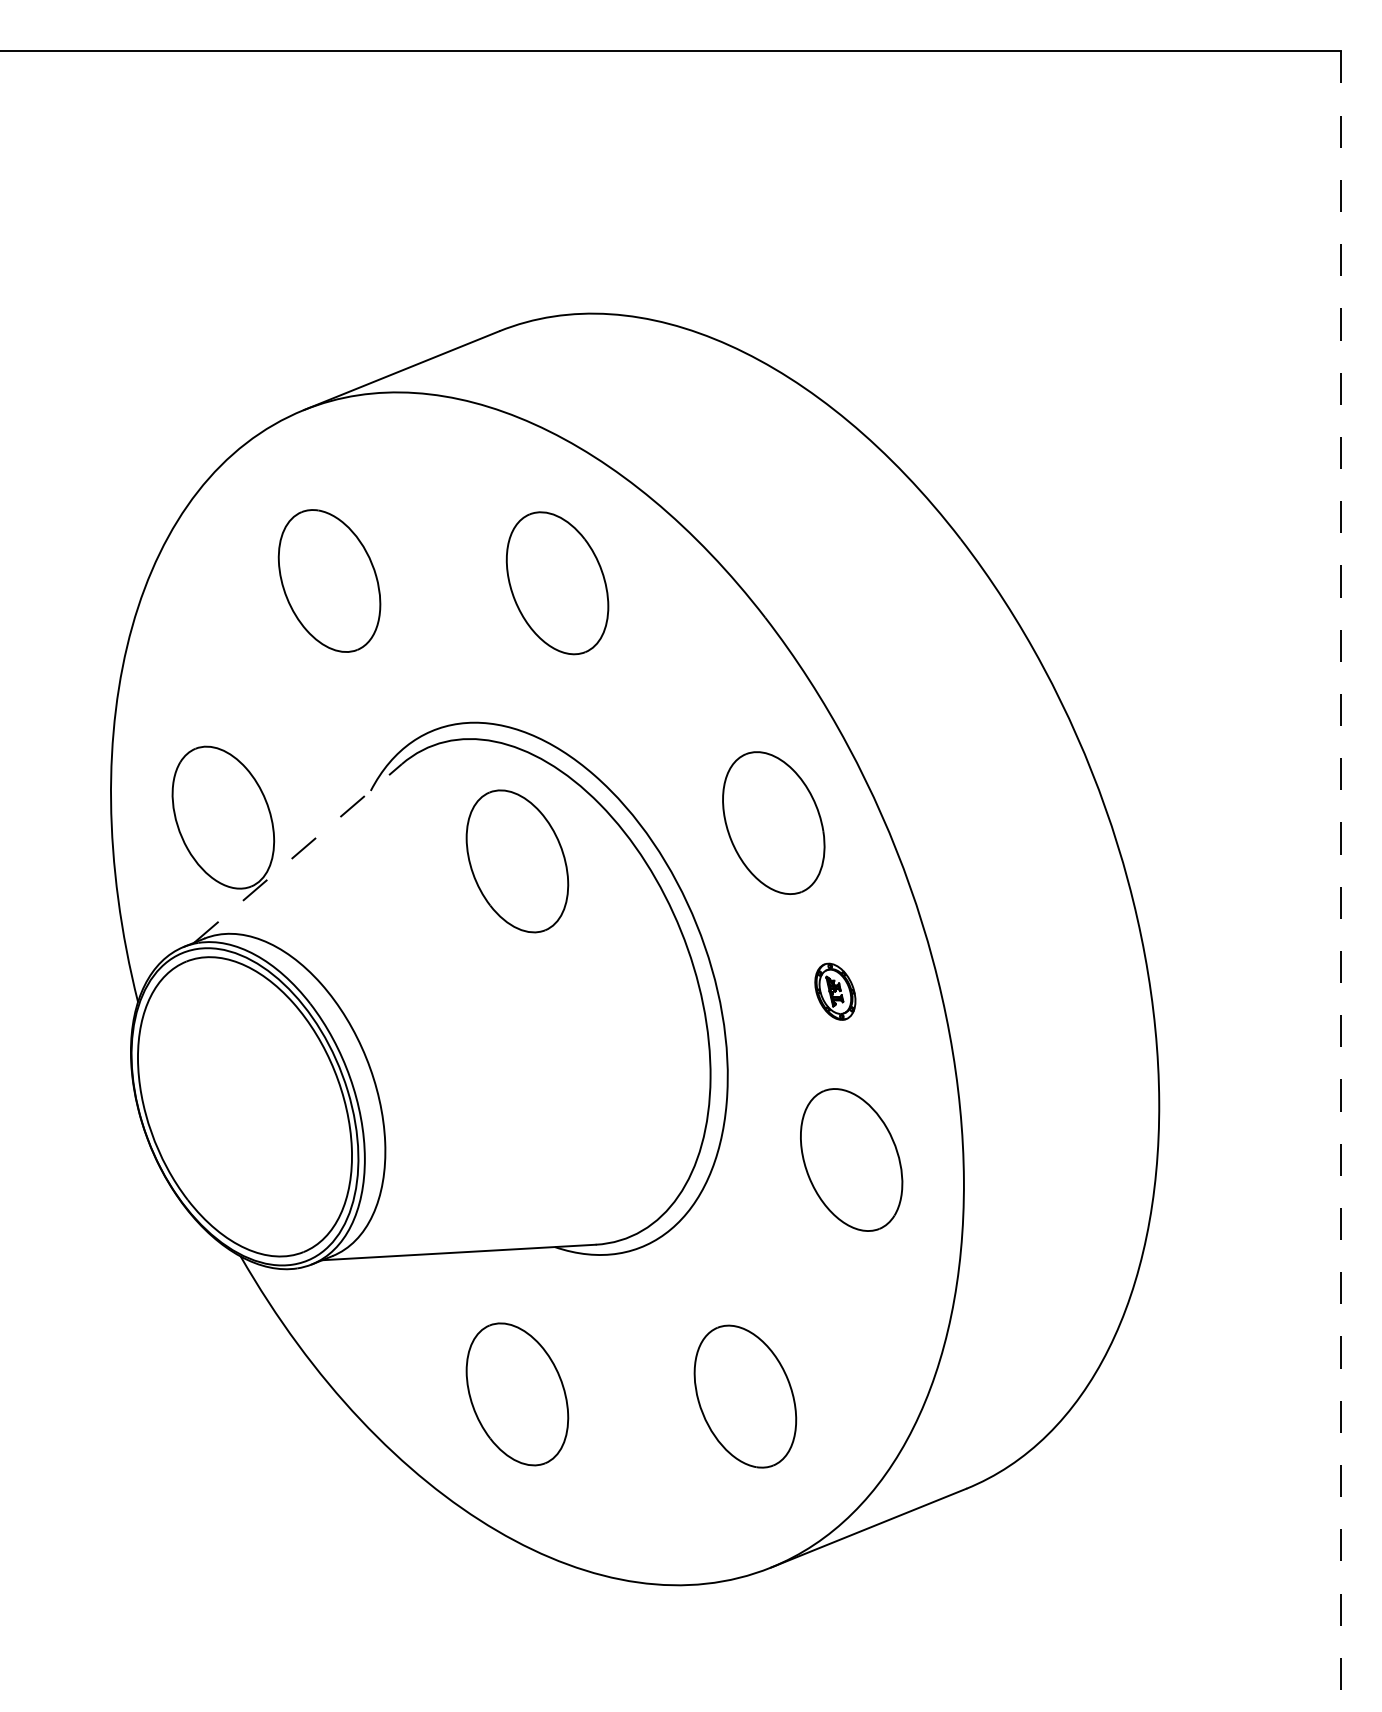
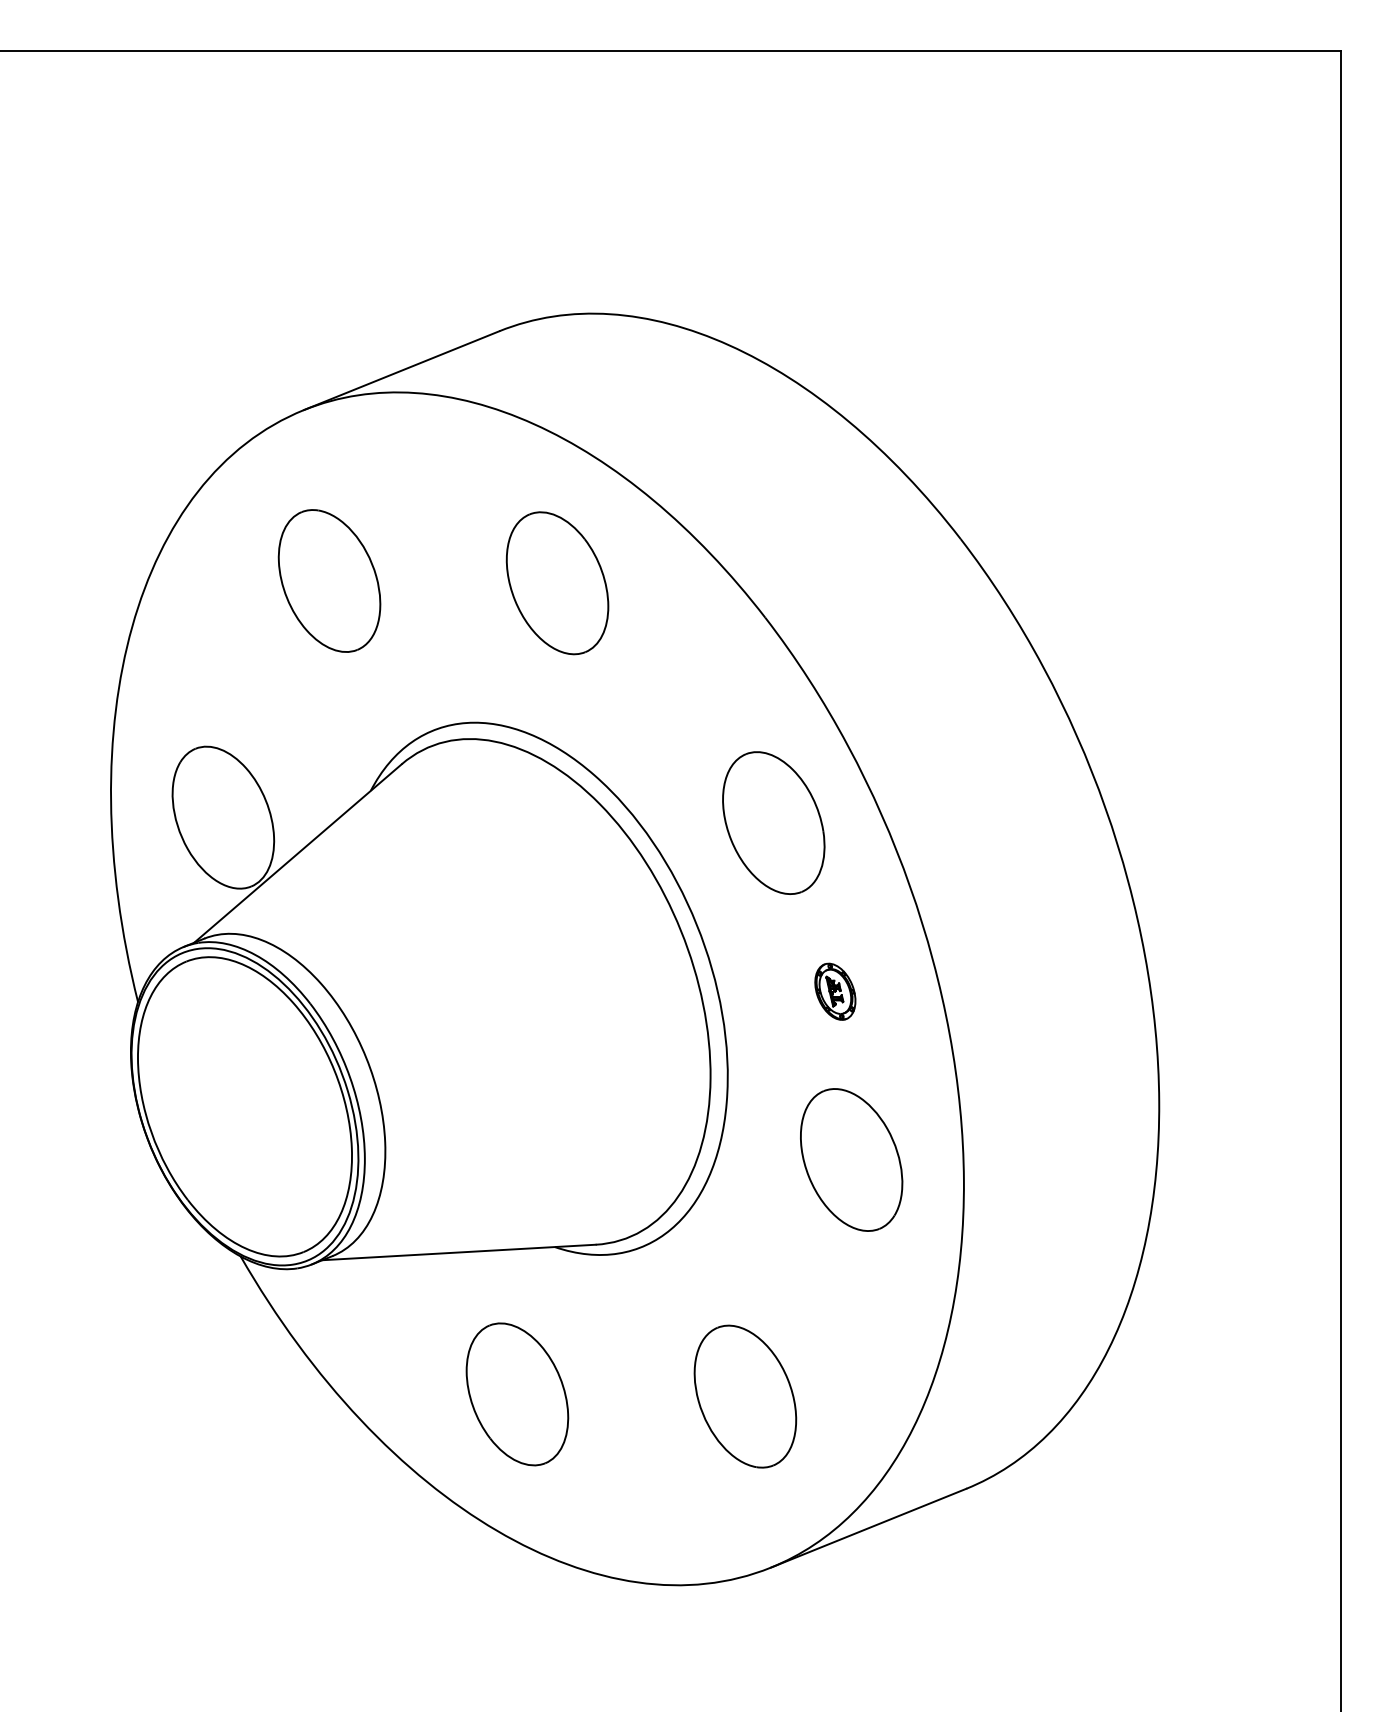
line at (298, 853): dashed -> solid
part at (517, 861): present -> none
line at (1340, 882): dashed -> solid
